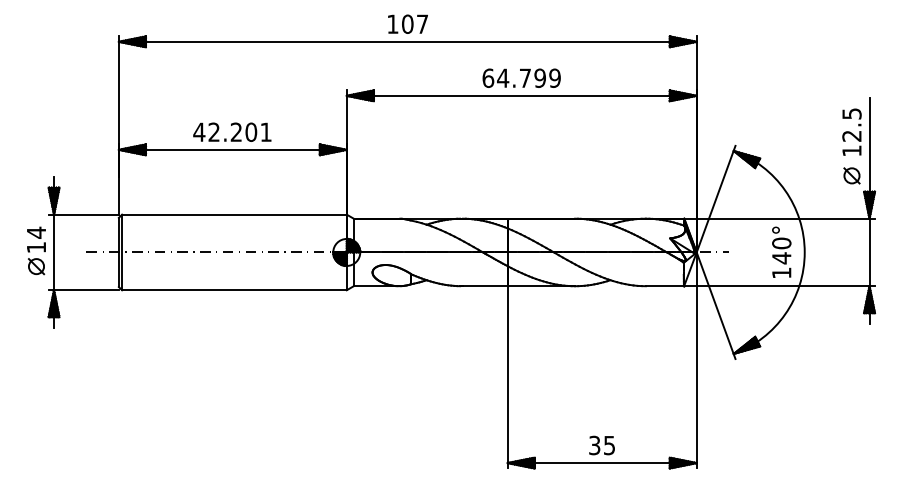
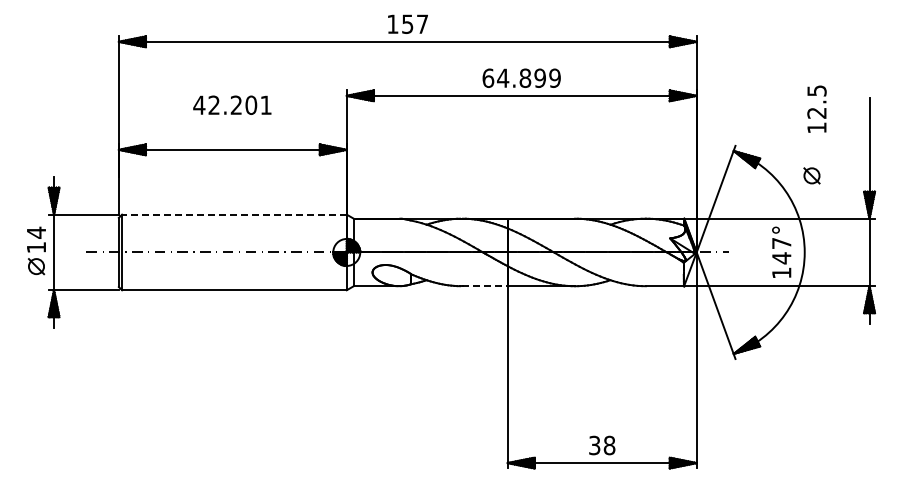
text at (407, 23): 107 -> 157
text at (525, 77): 64.799 -> 64.899
text at (232, 131) position: (232, 131) -> (232, 104)
text at (851, 131) position: (851, 131) -> (816, 108)
part at (851, 175) position: (851, 175) -> (811, 175)
line at (233, 214): solid -> dashed
text at (781, 243): 140° -> 147°
line at (484, 286): solid -> dashed
text at (609, 445): 35 -> 38
